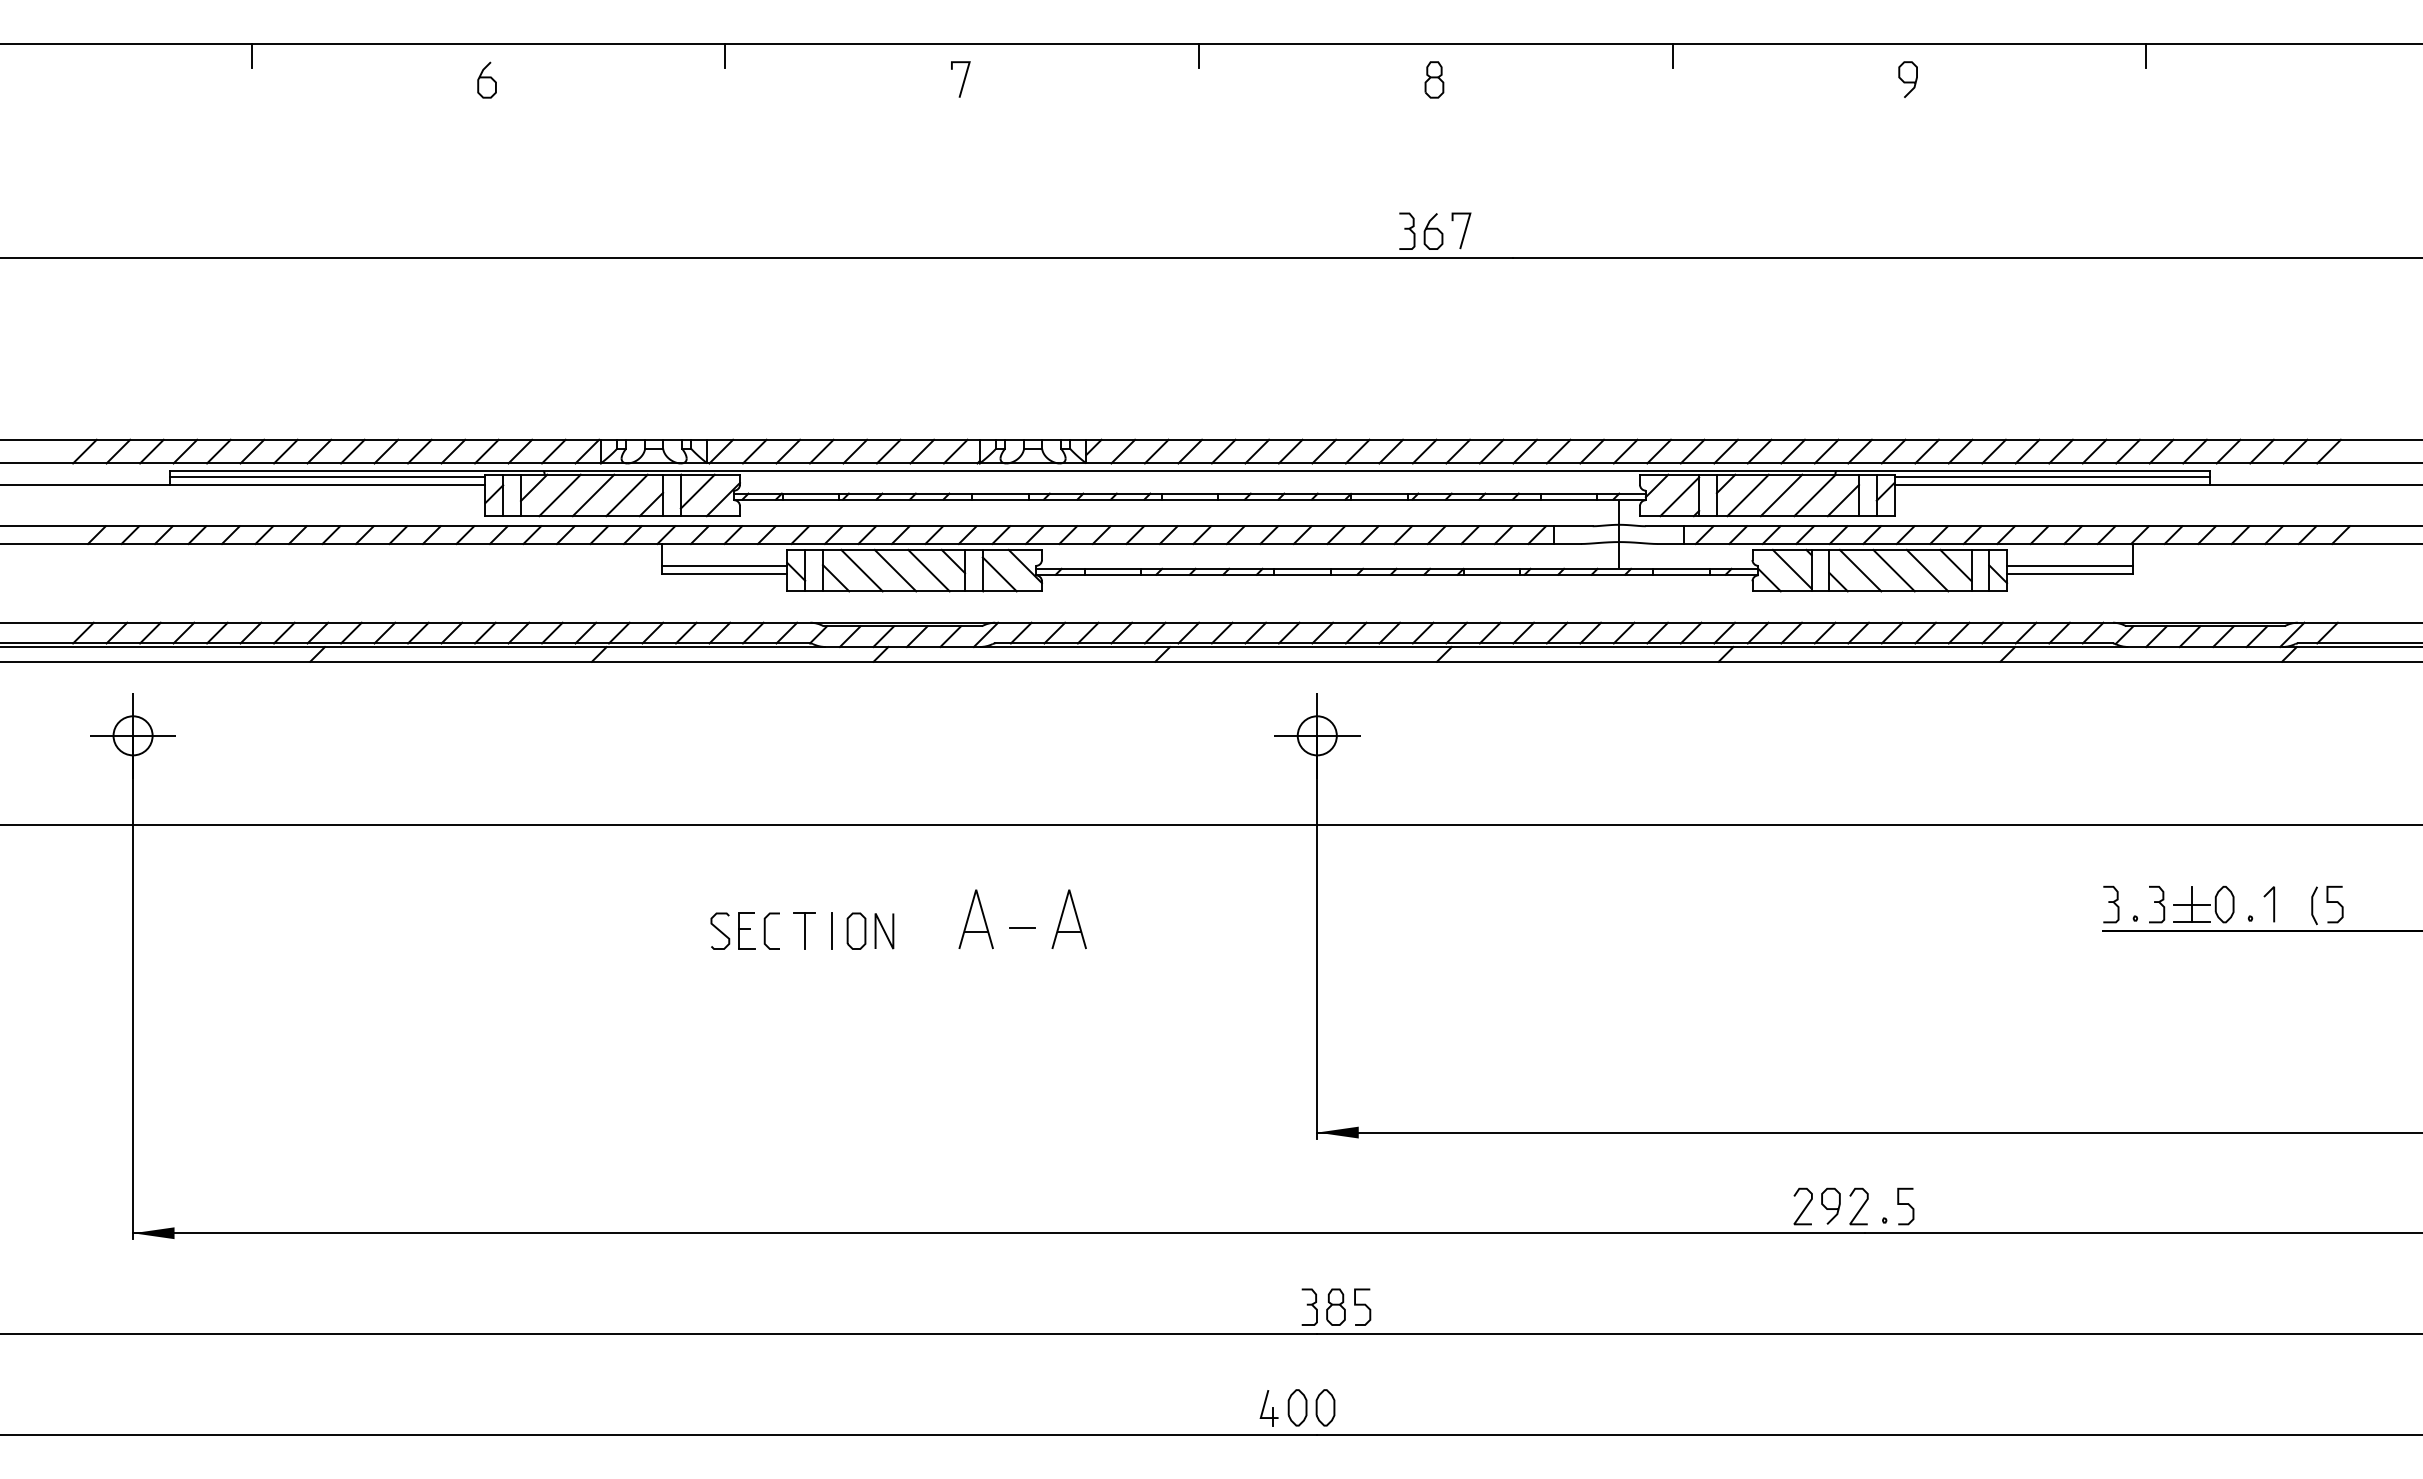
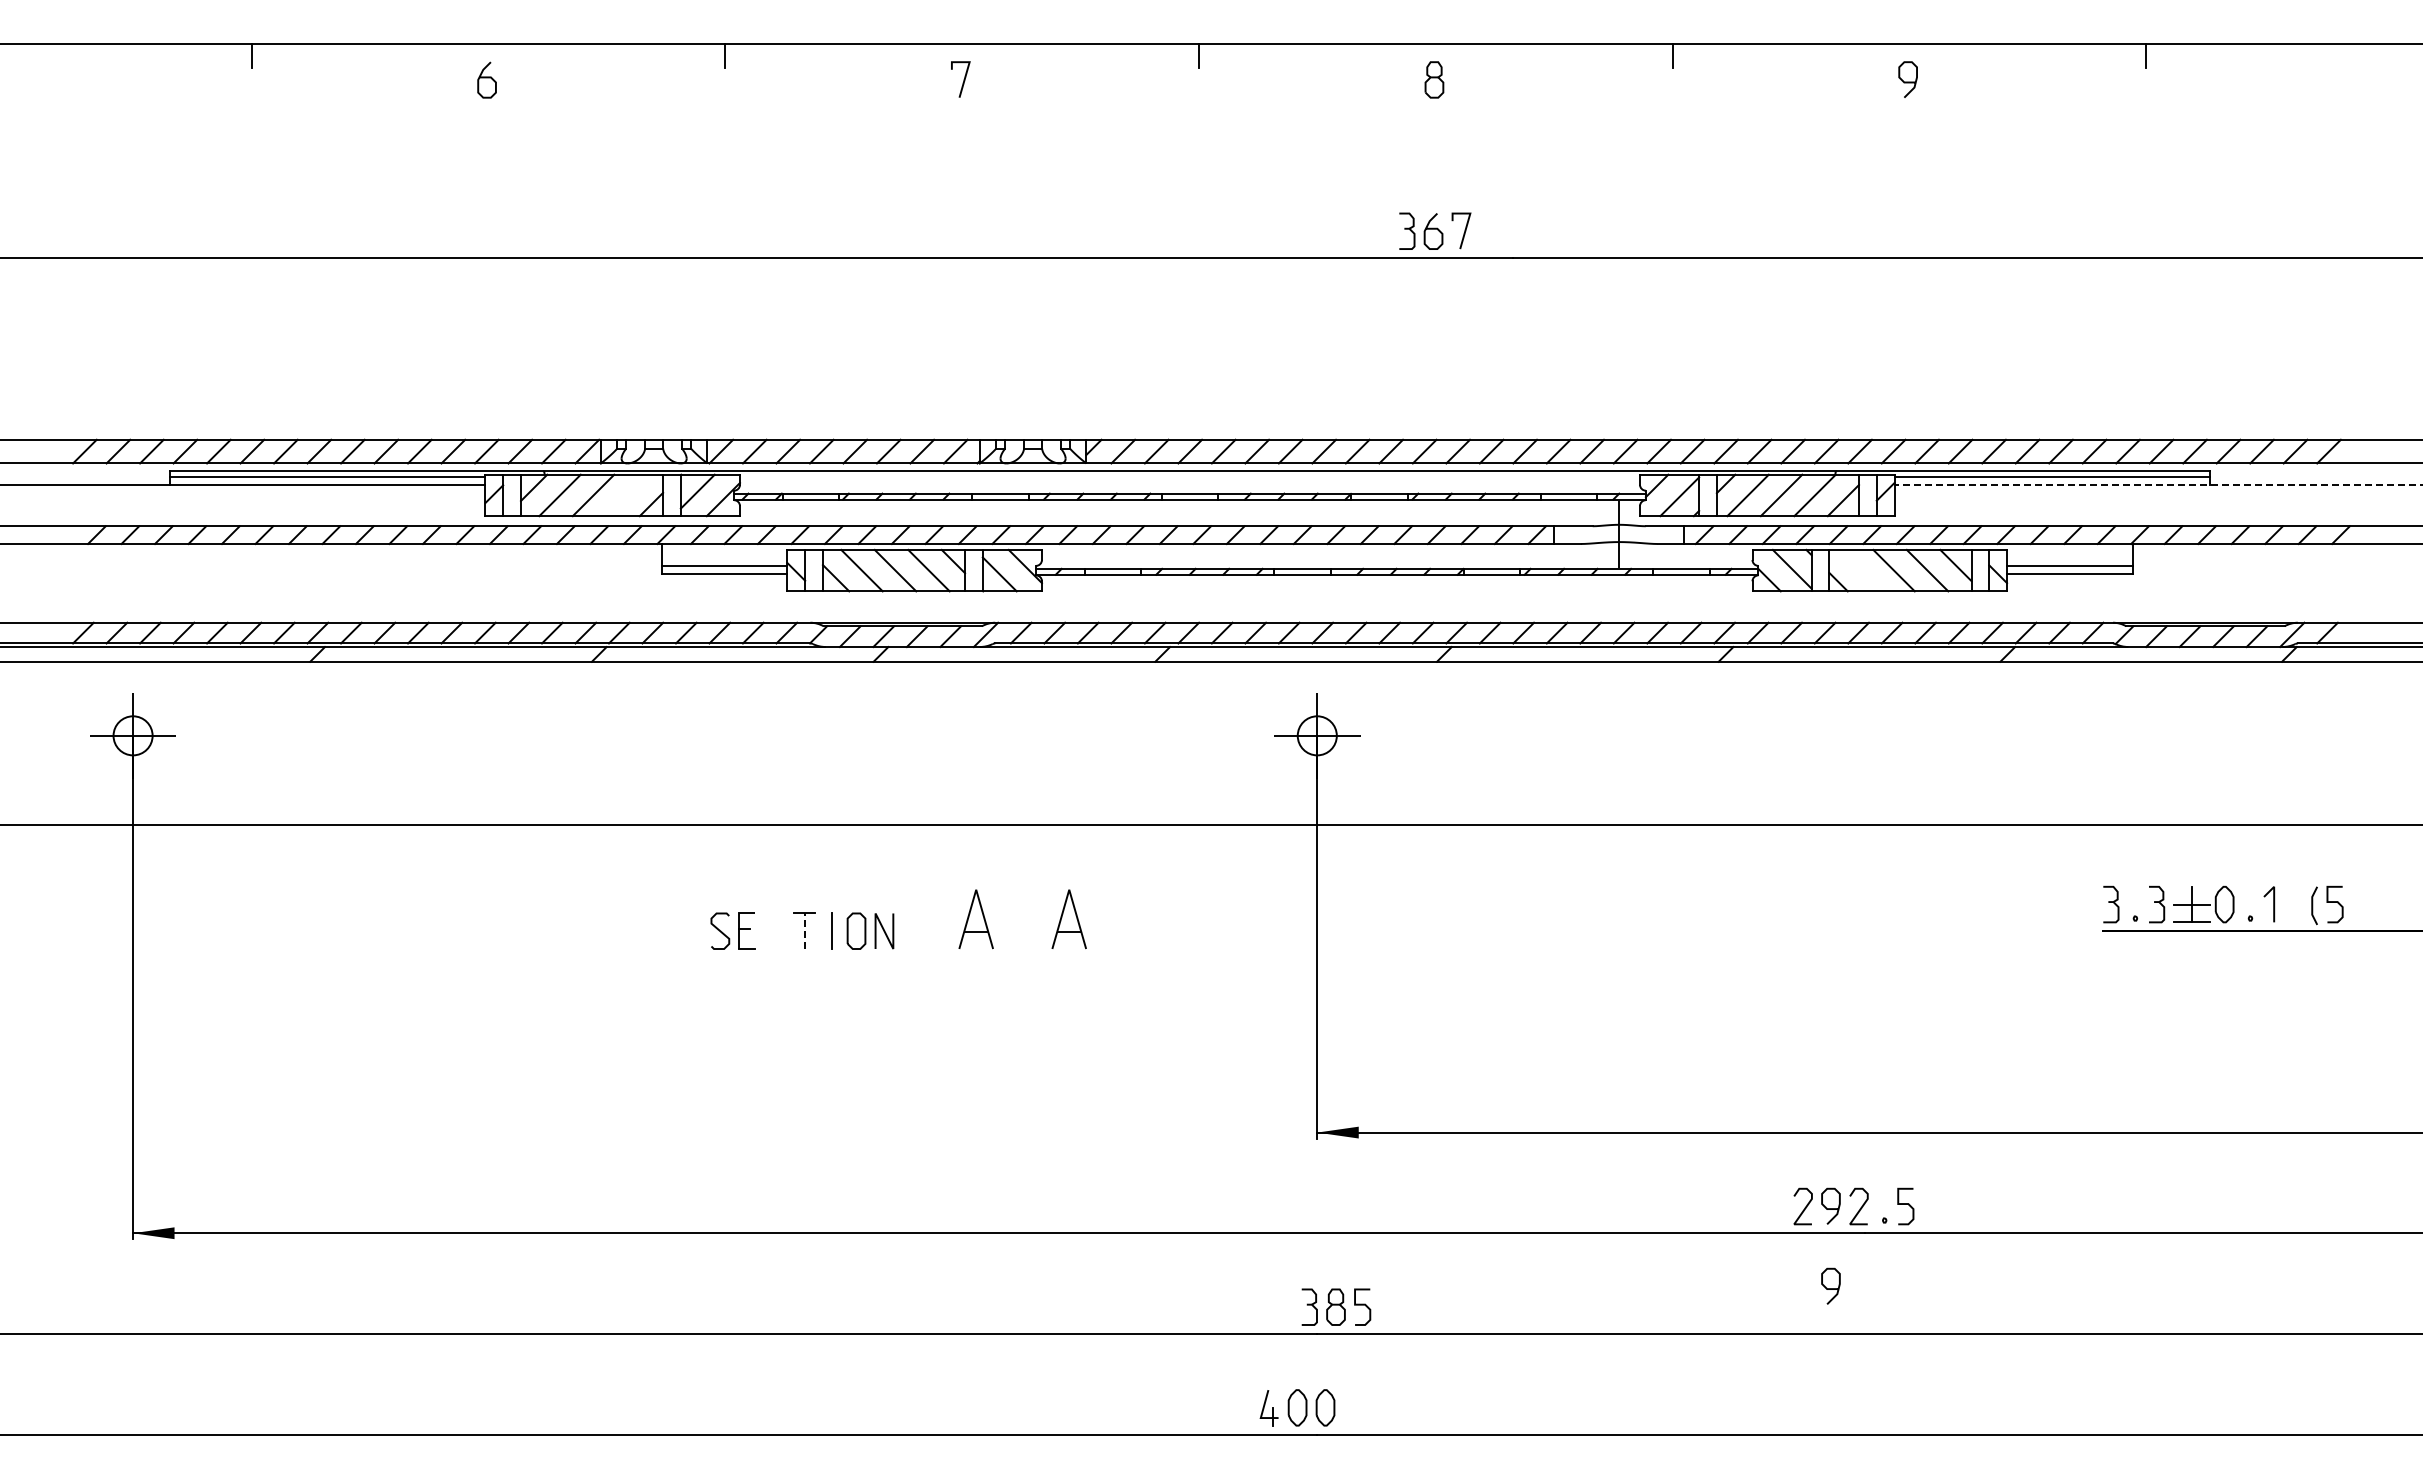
line at (2158, 484): solid -> dashed
line at (626, 495): present -> none
line at (1860, 570): present -> none
line at (1022, 927): present -> none
curve at (765, 930): present -> none
line at (804, 931): solid -> dashed
curve at (1830, 1288): none -> present
